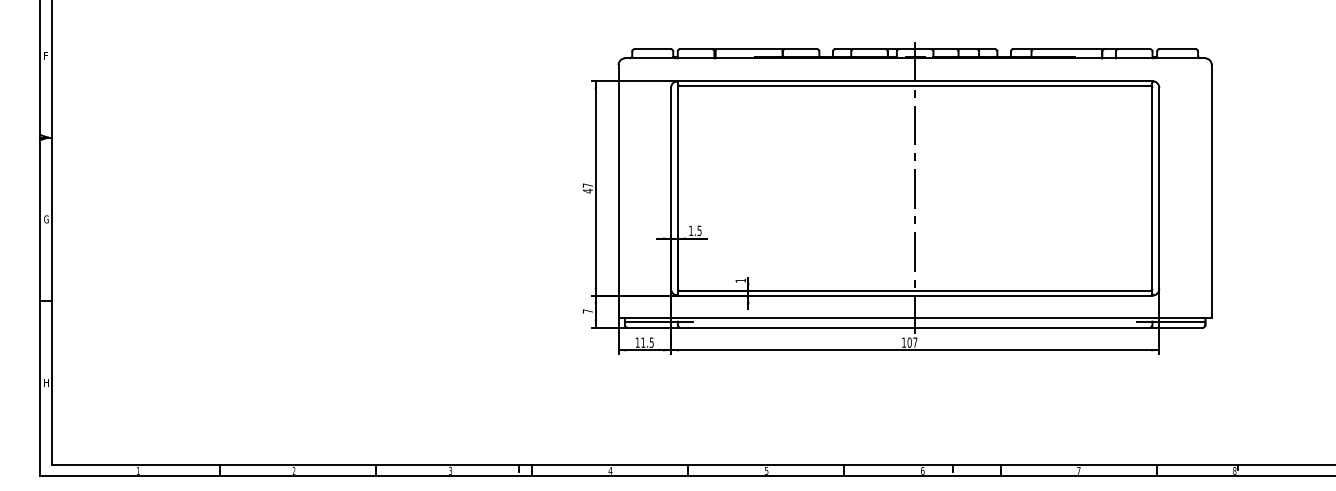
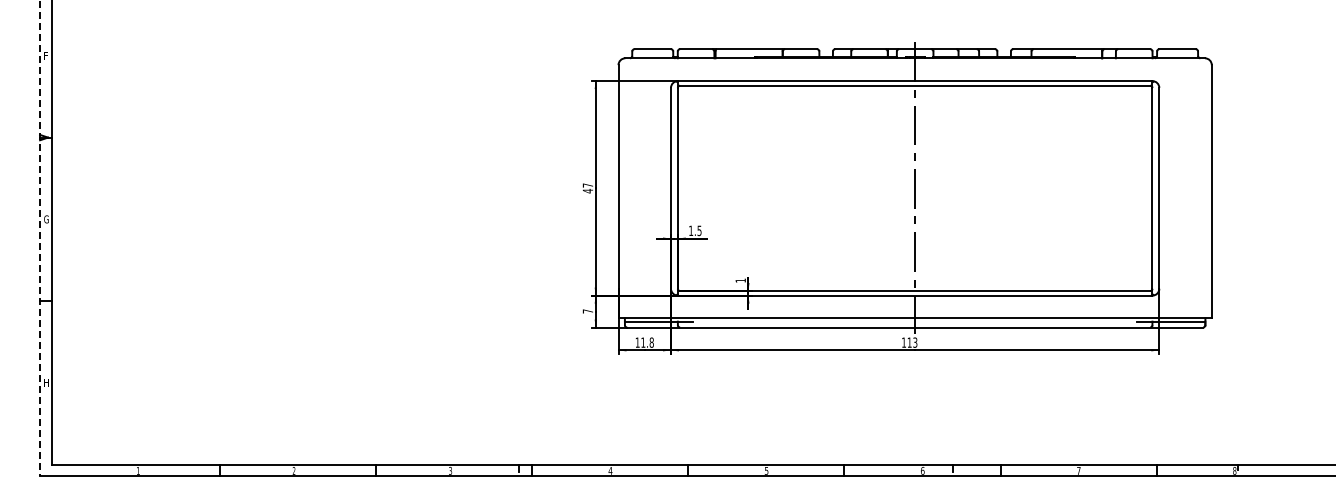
line at (40, 238): solid -> dashed
text at (651, 342): 11.5 -> 11.8
text at (912, 342): 107 -> 113
